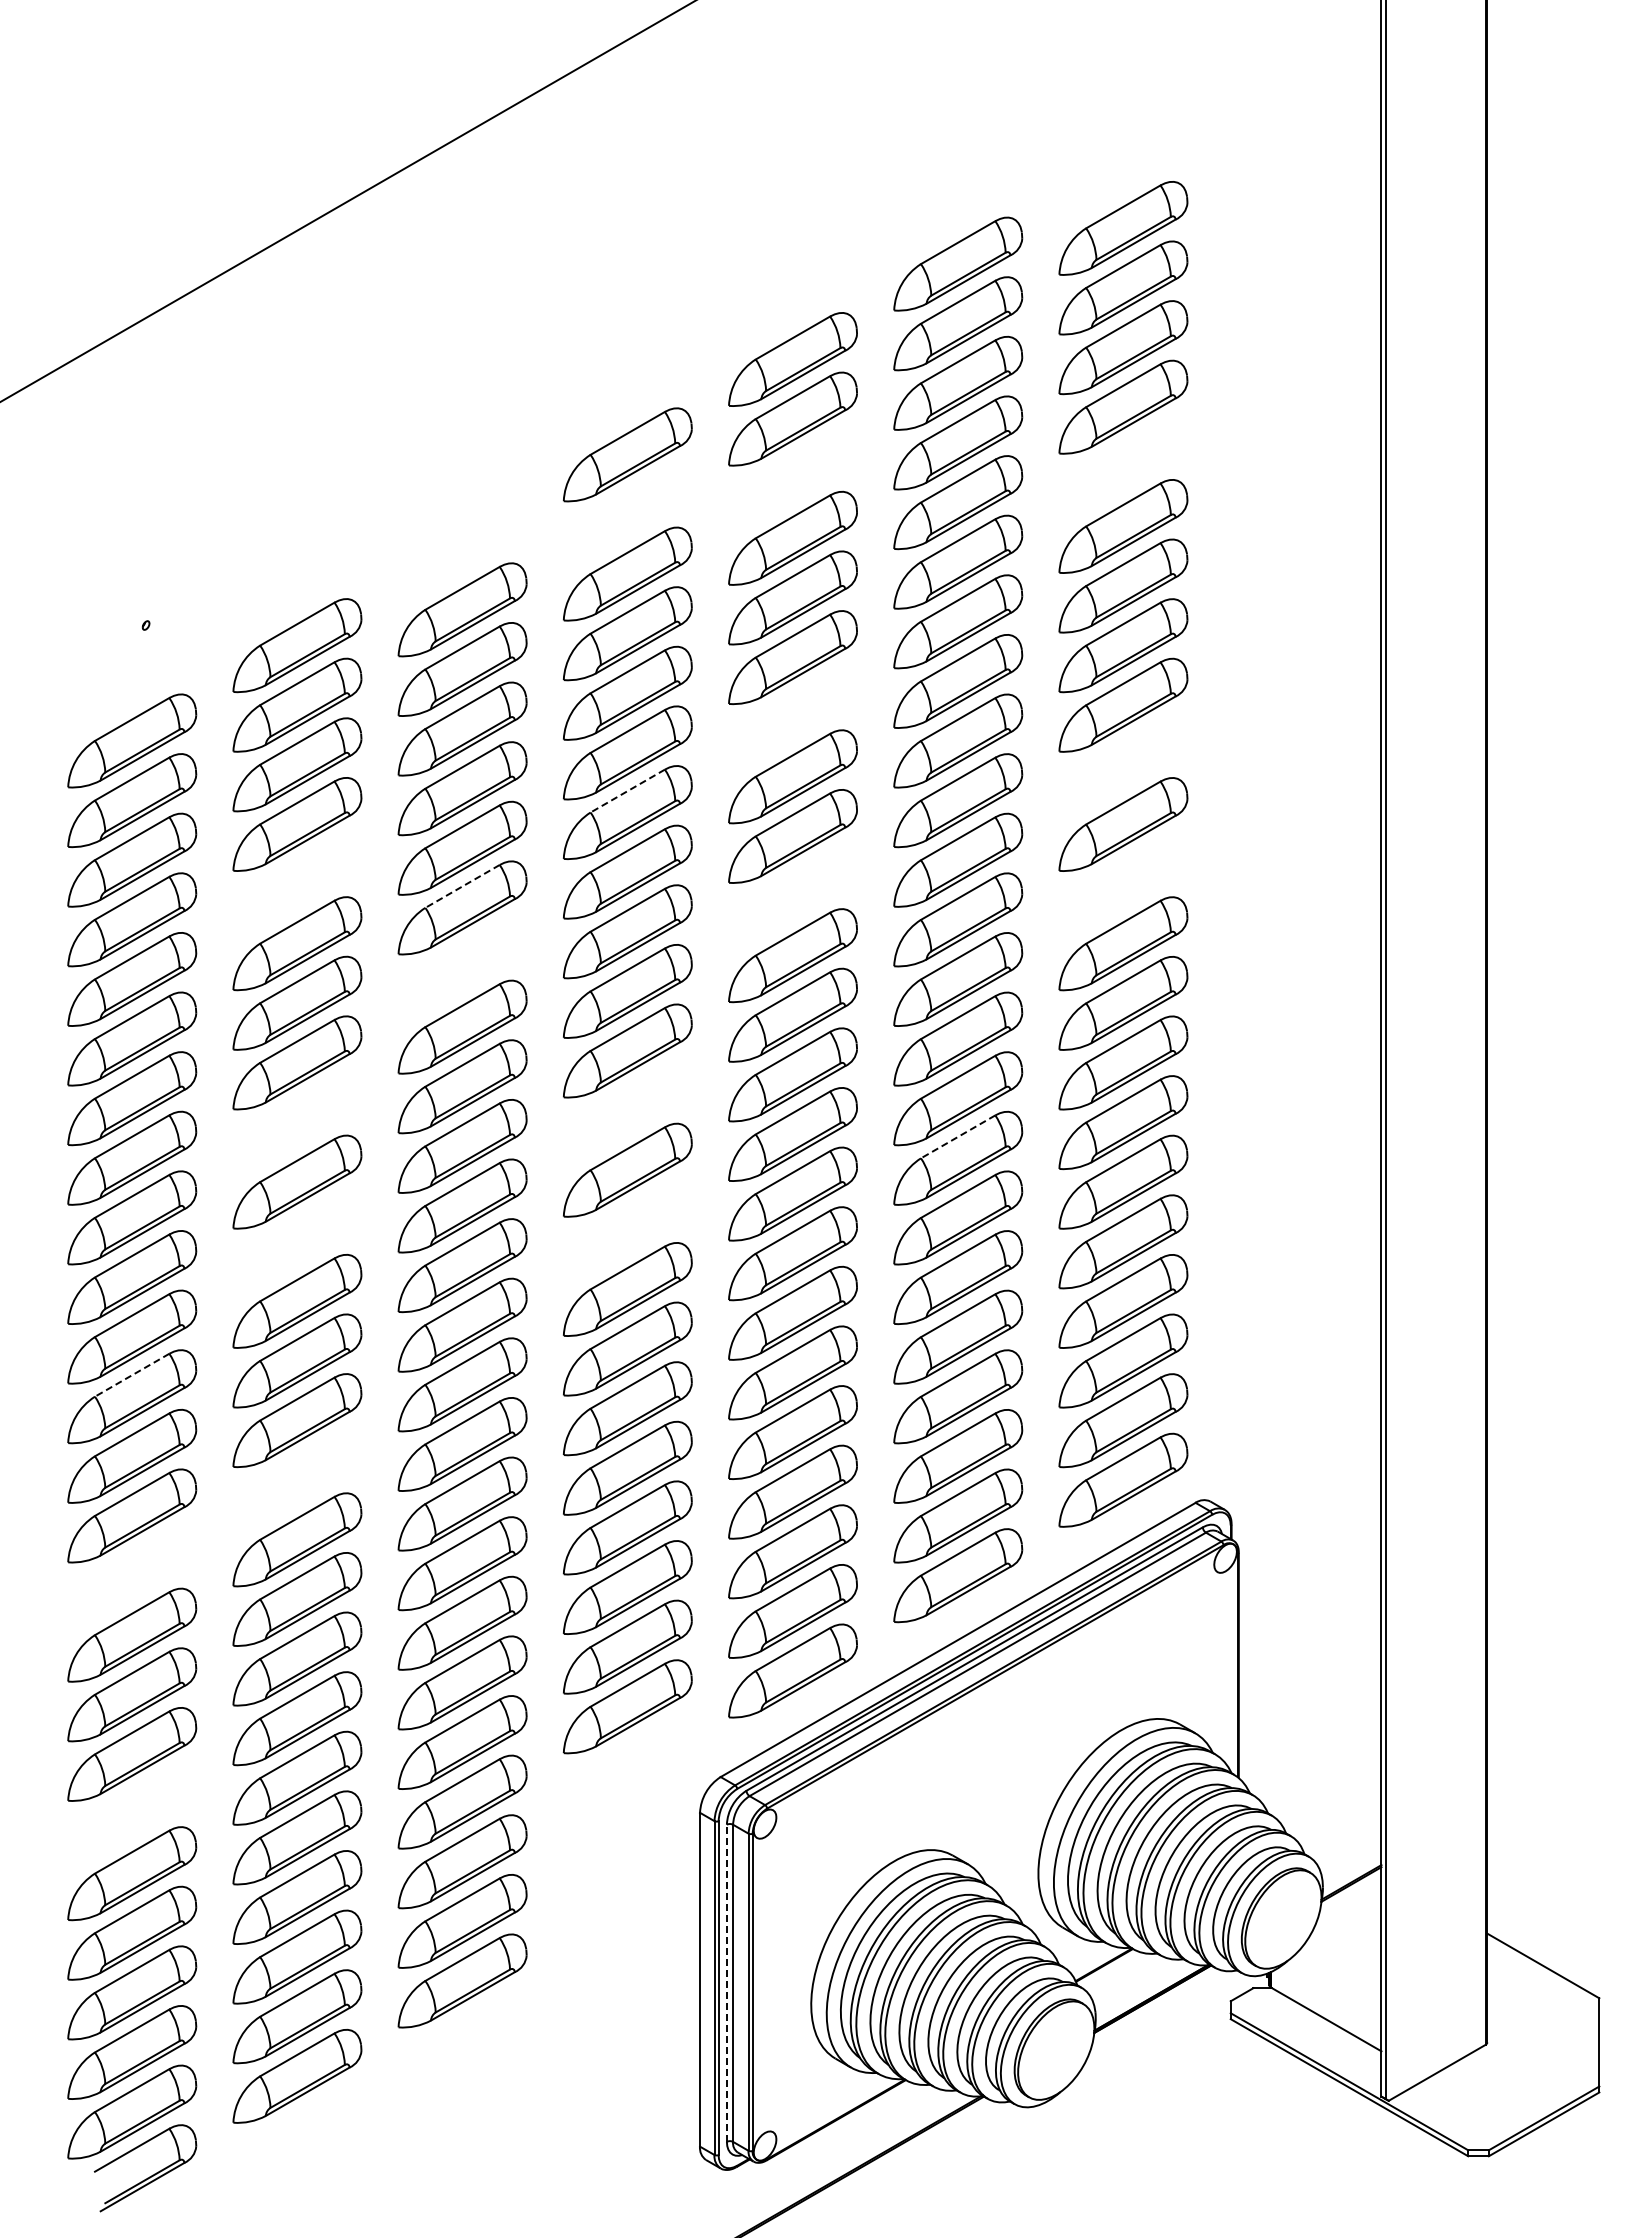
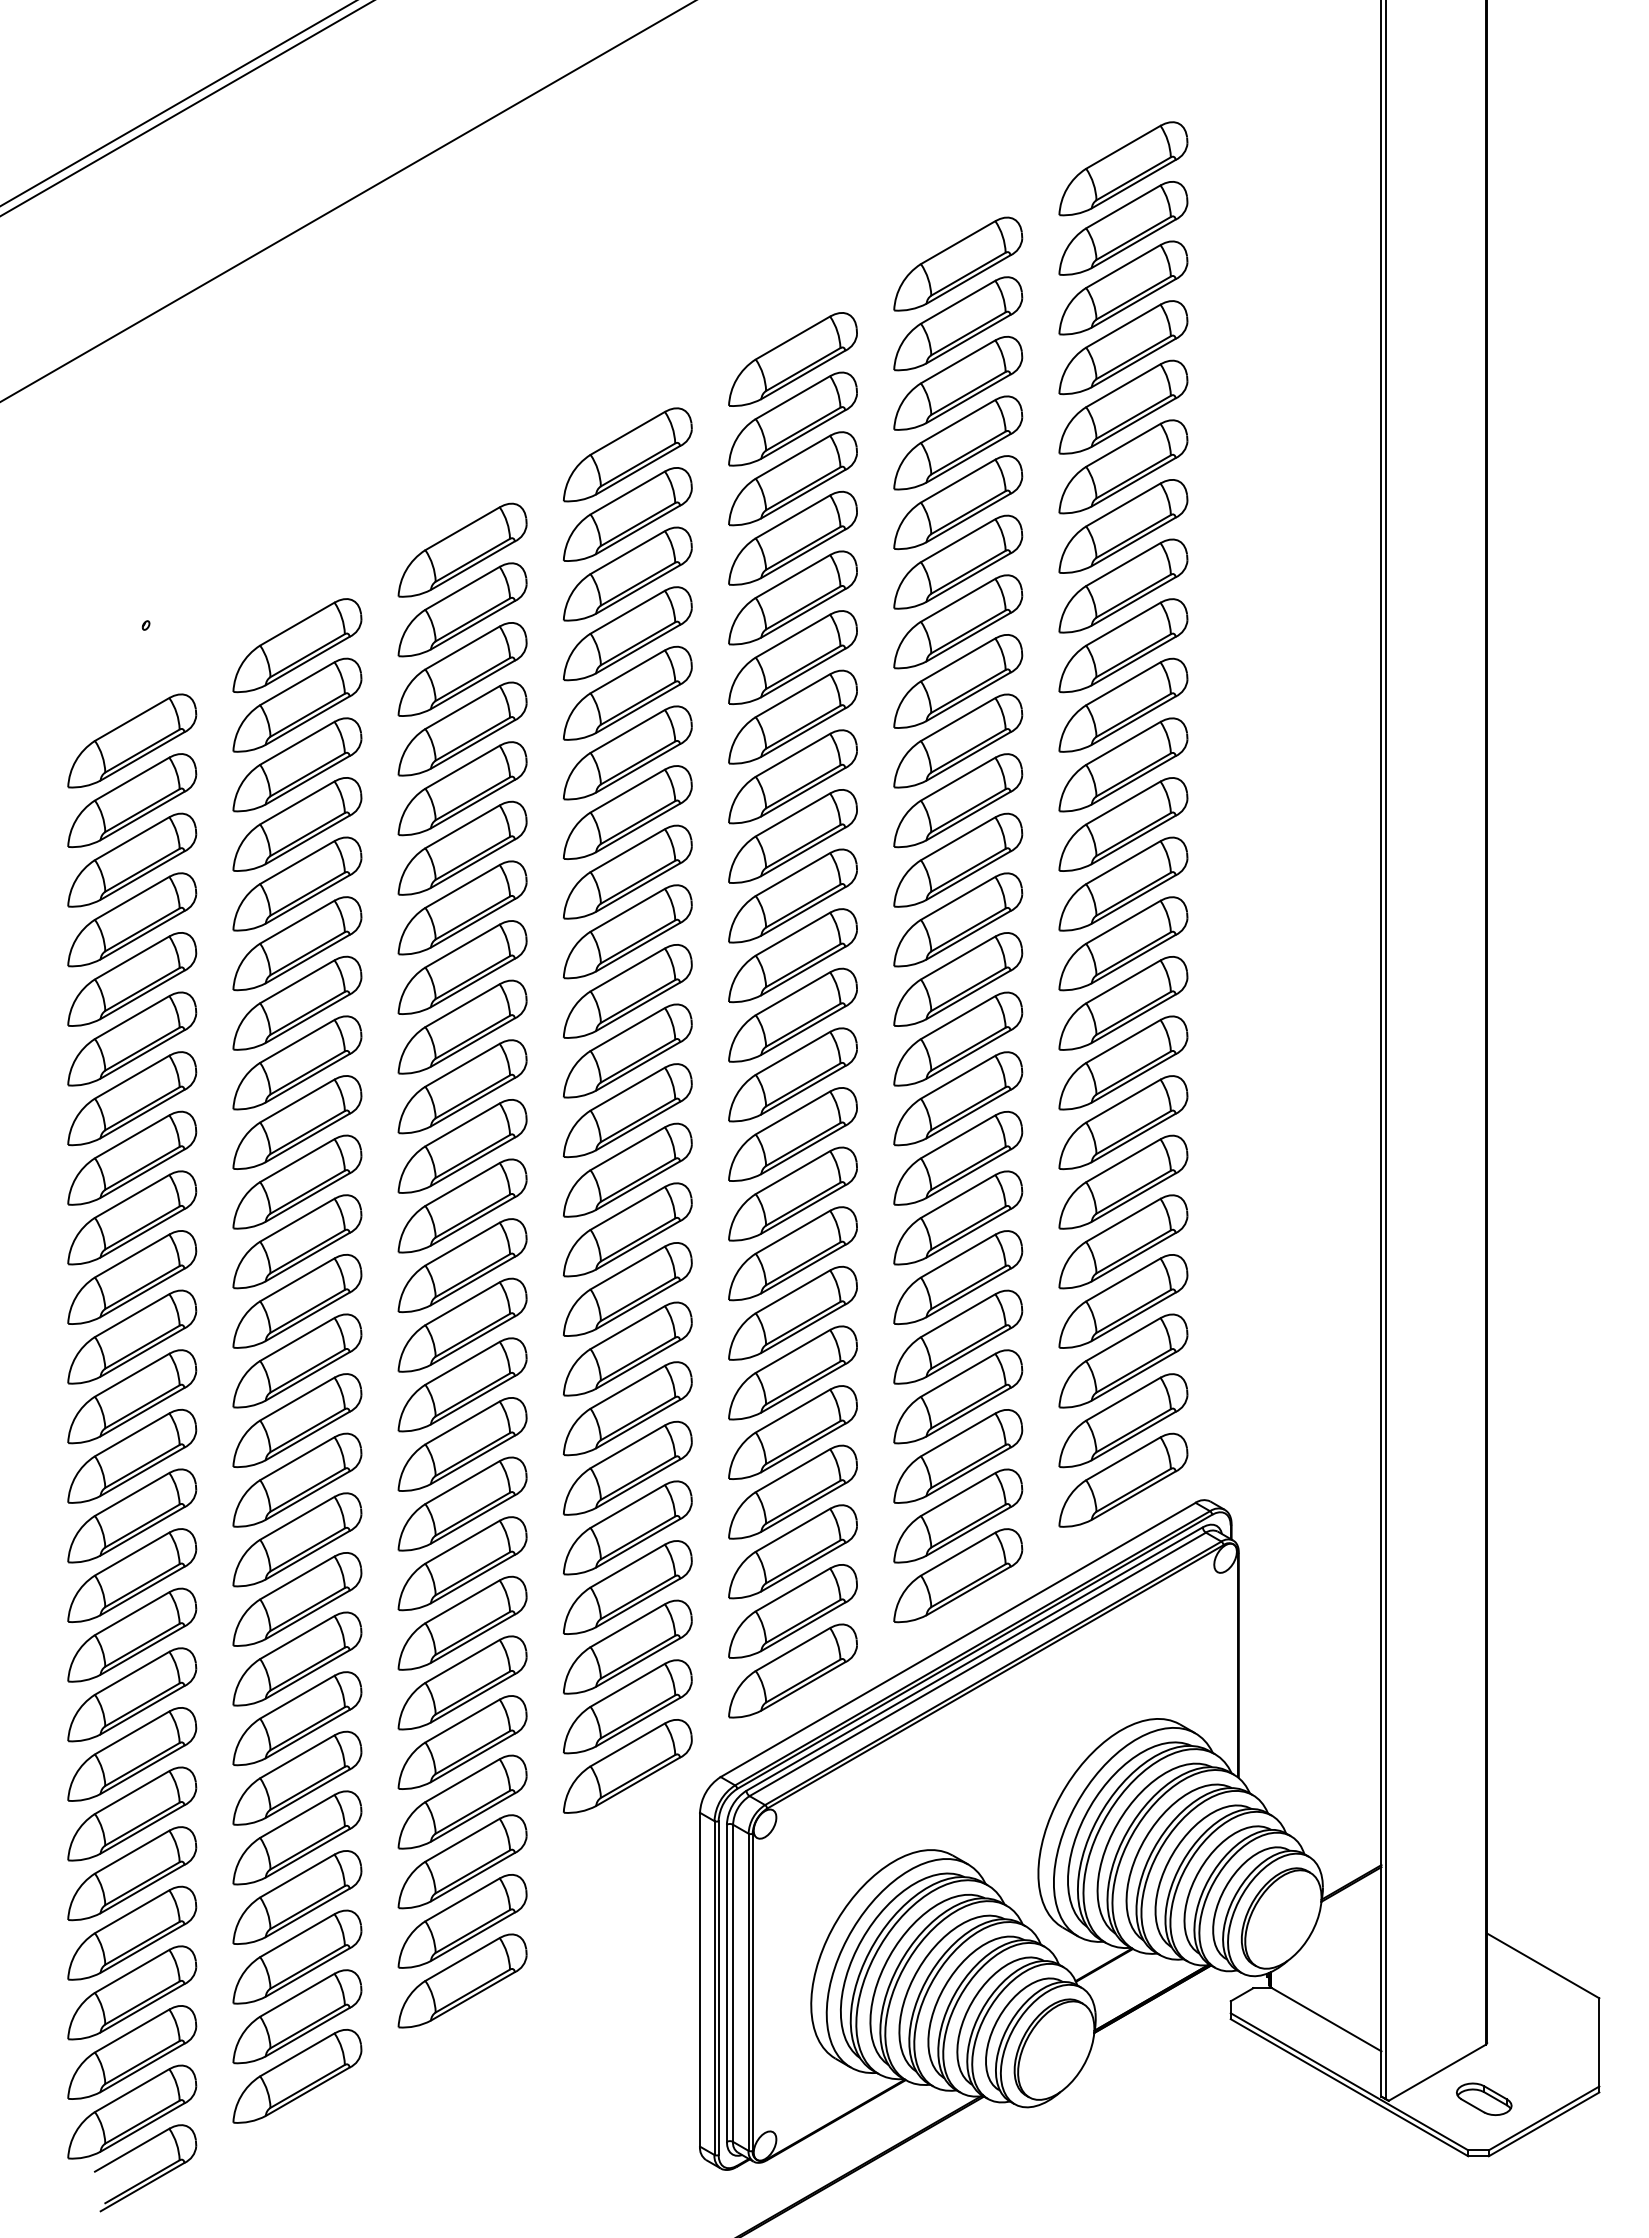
line at (177, 103): none -> present
line at (186, 108): none -> present
part at (1123, 168): none -> present
part at (1123, 466): none -> present
part at (792, 478): none -> present
part at (627, 514): none -> present
part at (462, 549): none -> present
part at (792, 716): none -> present
part at (1123, 764): none -> present
line at (627, 791): dashed -> solid
part at (297, 883): none -> present
part at (1123, 883): none -> present
line at (462, 886): dashed -> solid
part at (792, 895): none -> present
part at (462, 967): none -> present
part at (627, 1110): none -> present
part at (297, 1122): none -> present
line at (958, 1136): dashed -> solid
part at (627, 1229): none -> present
part at (297, 1241): none -> present
line at (132, 1375): dashed -> solid
part at (297, 1479): none -> present
part at (132, 1575): none -> present
part at (627, 1766): none -> present
part at (132, 1813): none -> present
line at (726, 1983): dashed -> solid
part at (1484, 2098): none -> present
